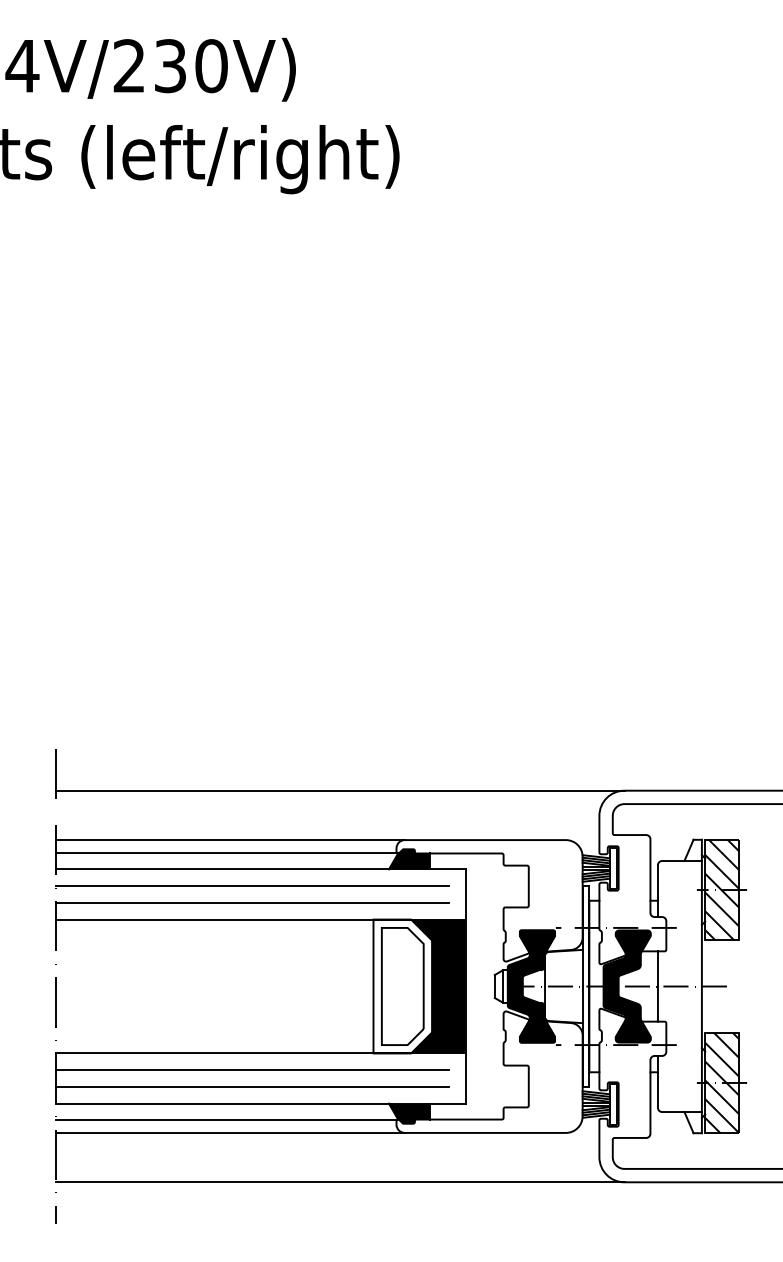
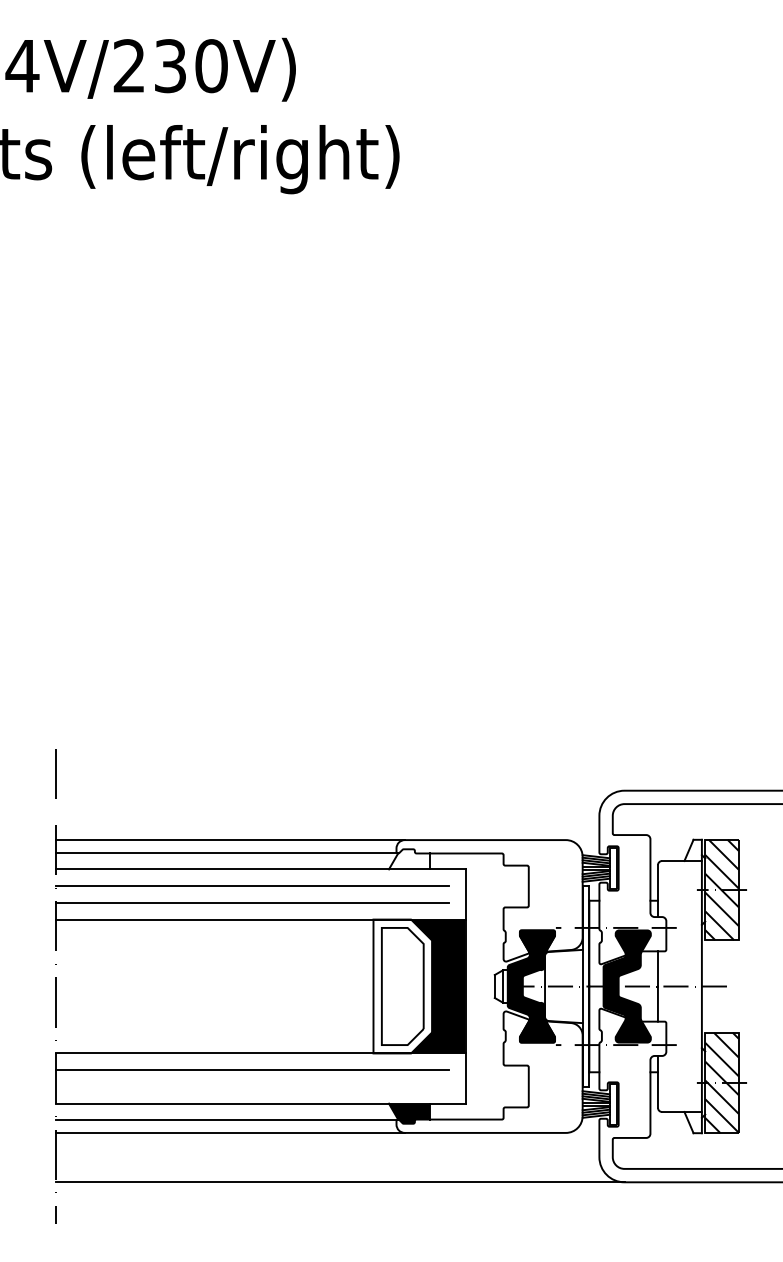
line at (339, 790): present -> none
fill at (408, 859): present -> none
line at (251, 1086): present -> none
